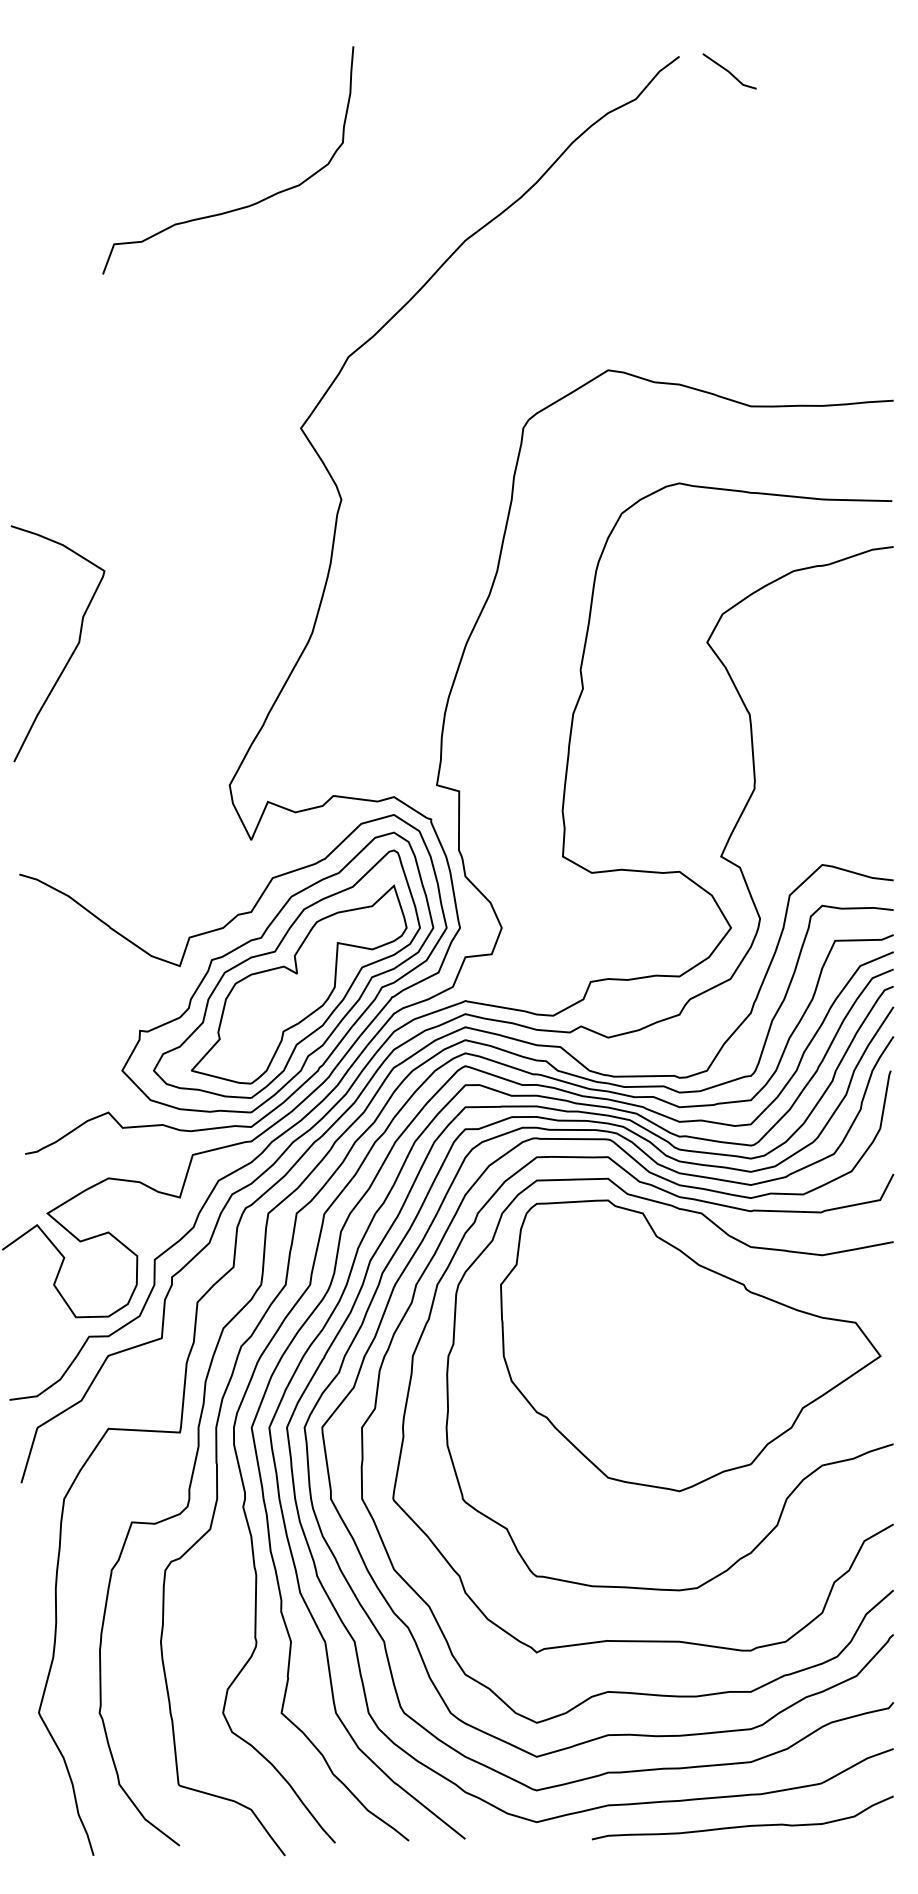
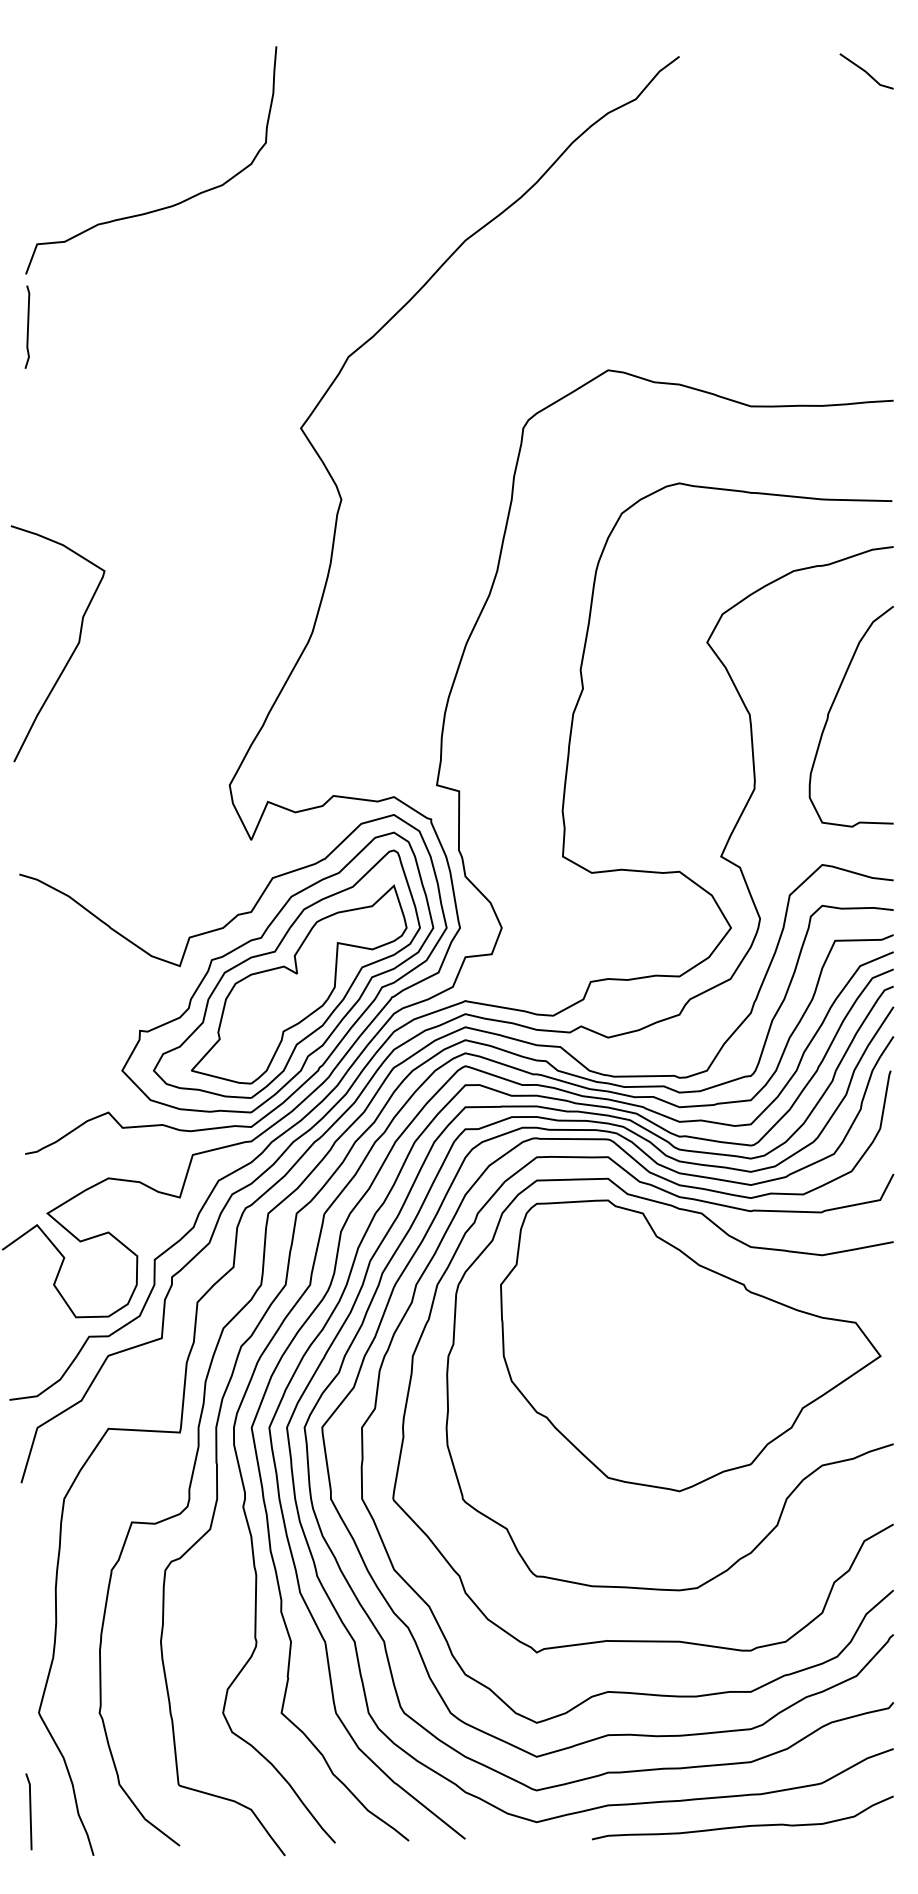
line at (729, 71) position: (729, 71) -> (866, 71)
curve at (243, 206) position: (243, 206) -> (166, 206)
line at (27, 326): none -> present
curve at (832, 707): none -> present
line at (29, 1811): none -> present
